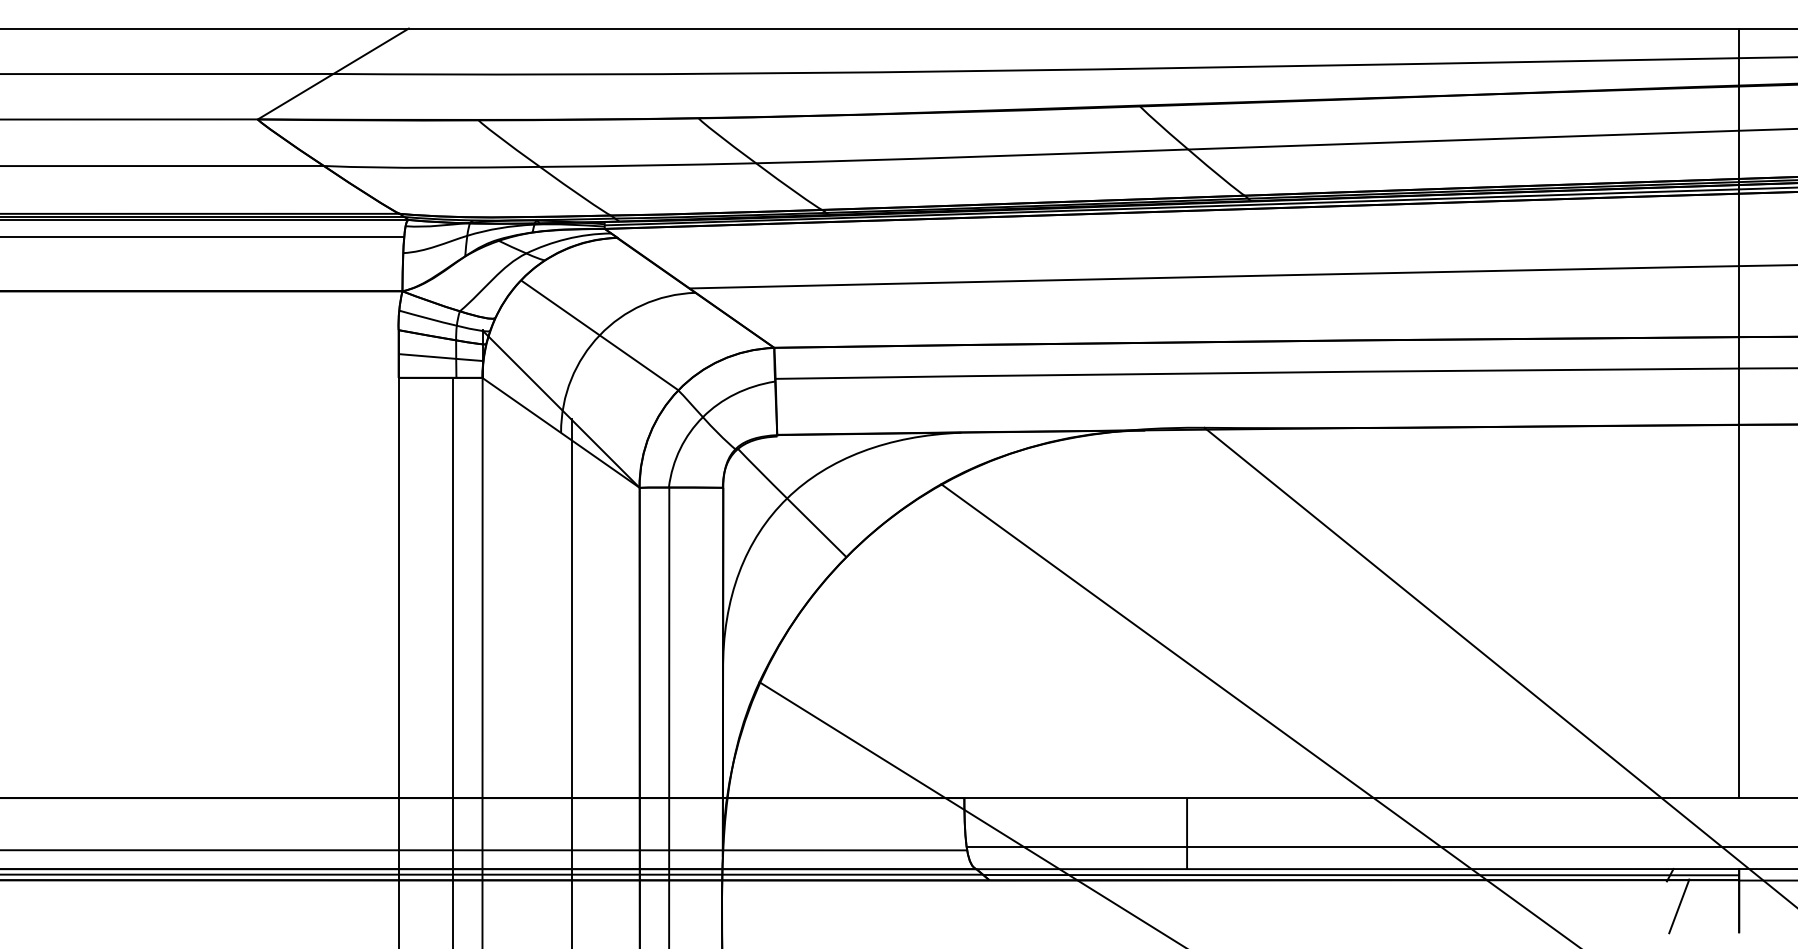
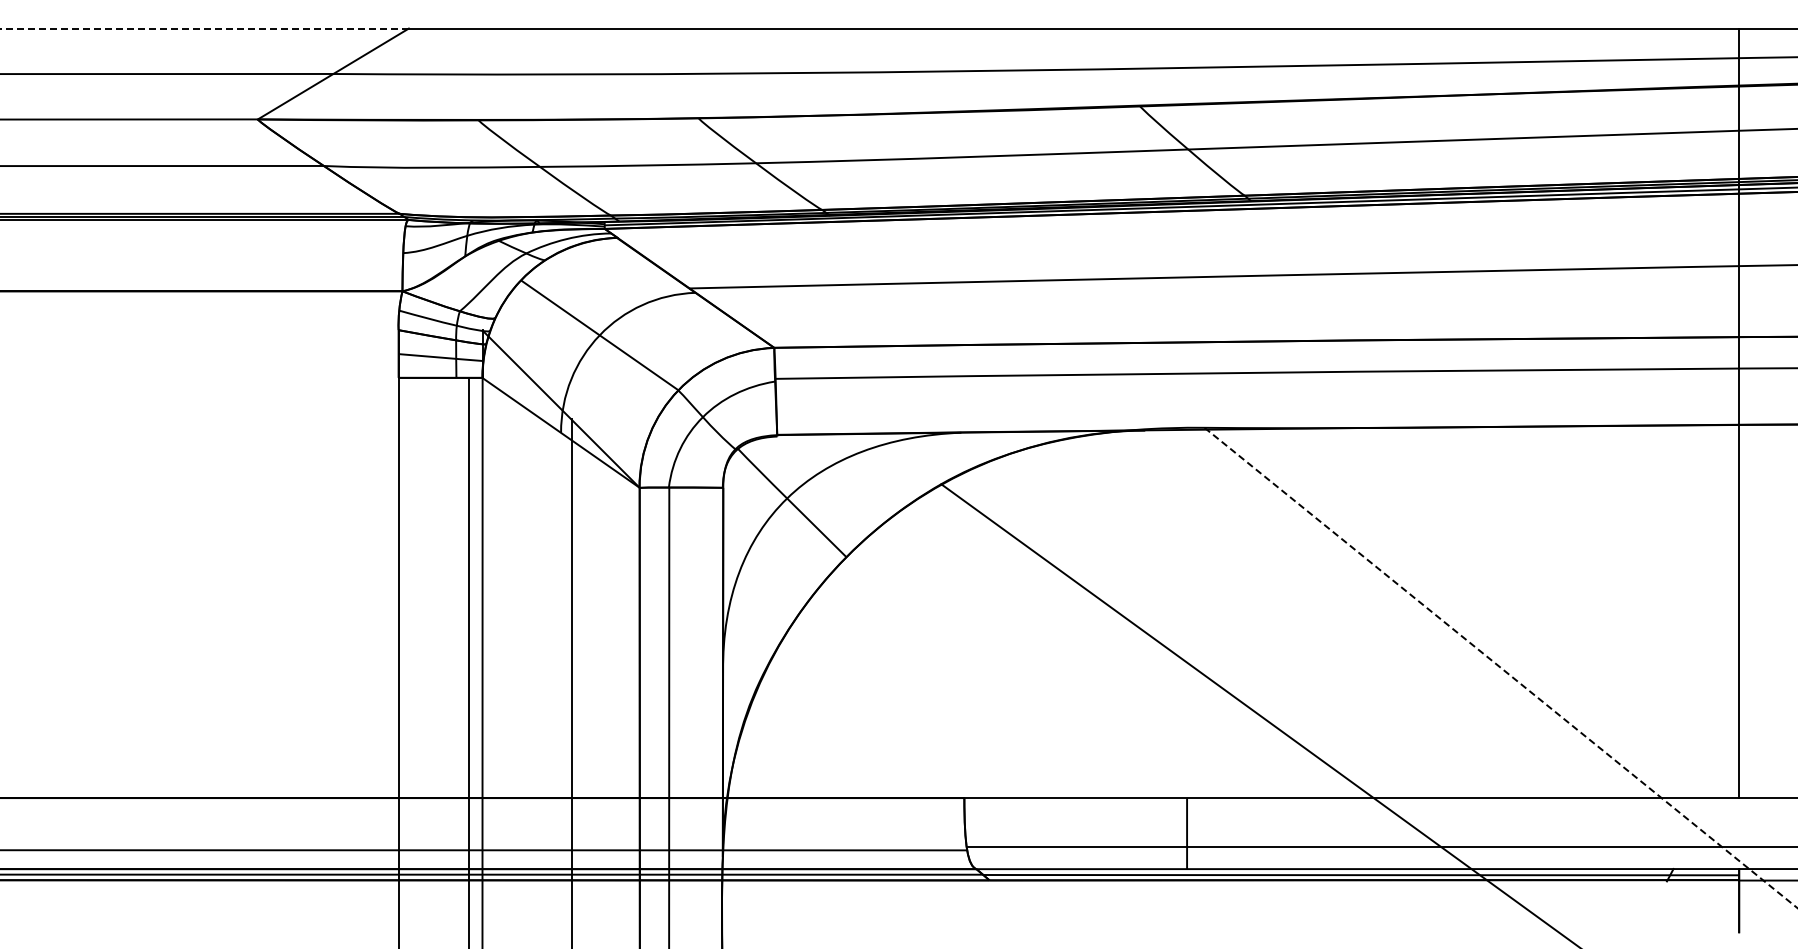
line at (204, 28): solid -> dashed
line at (203, 236): present -> none
line at (453, 661) position: (453, 661) -> (469, 661)
line at (1501, 668): solid -> dashed
line at (970, 813): present -> none
line at (1679, 906): present -> none
